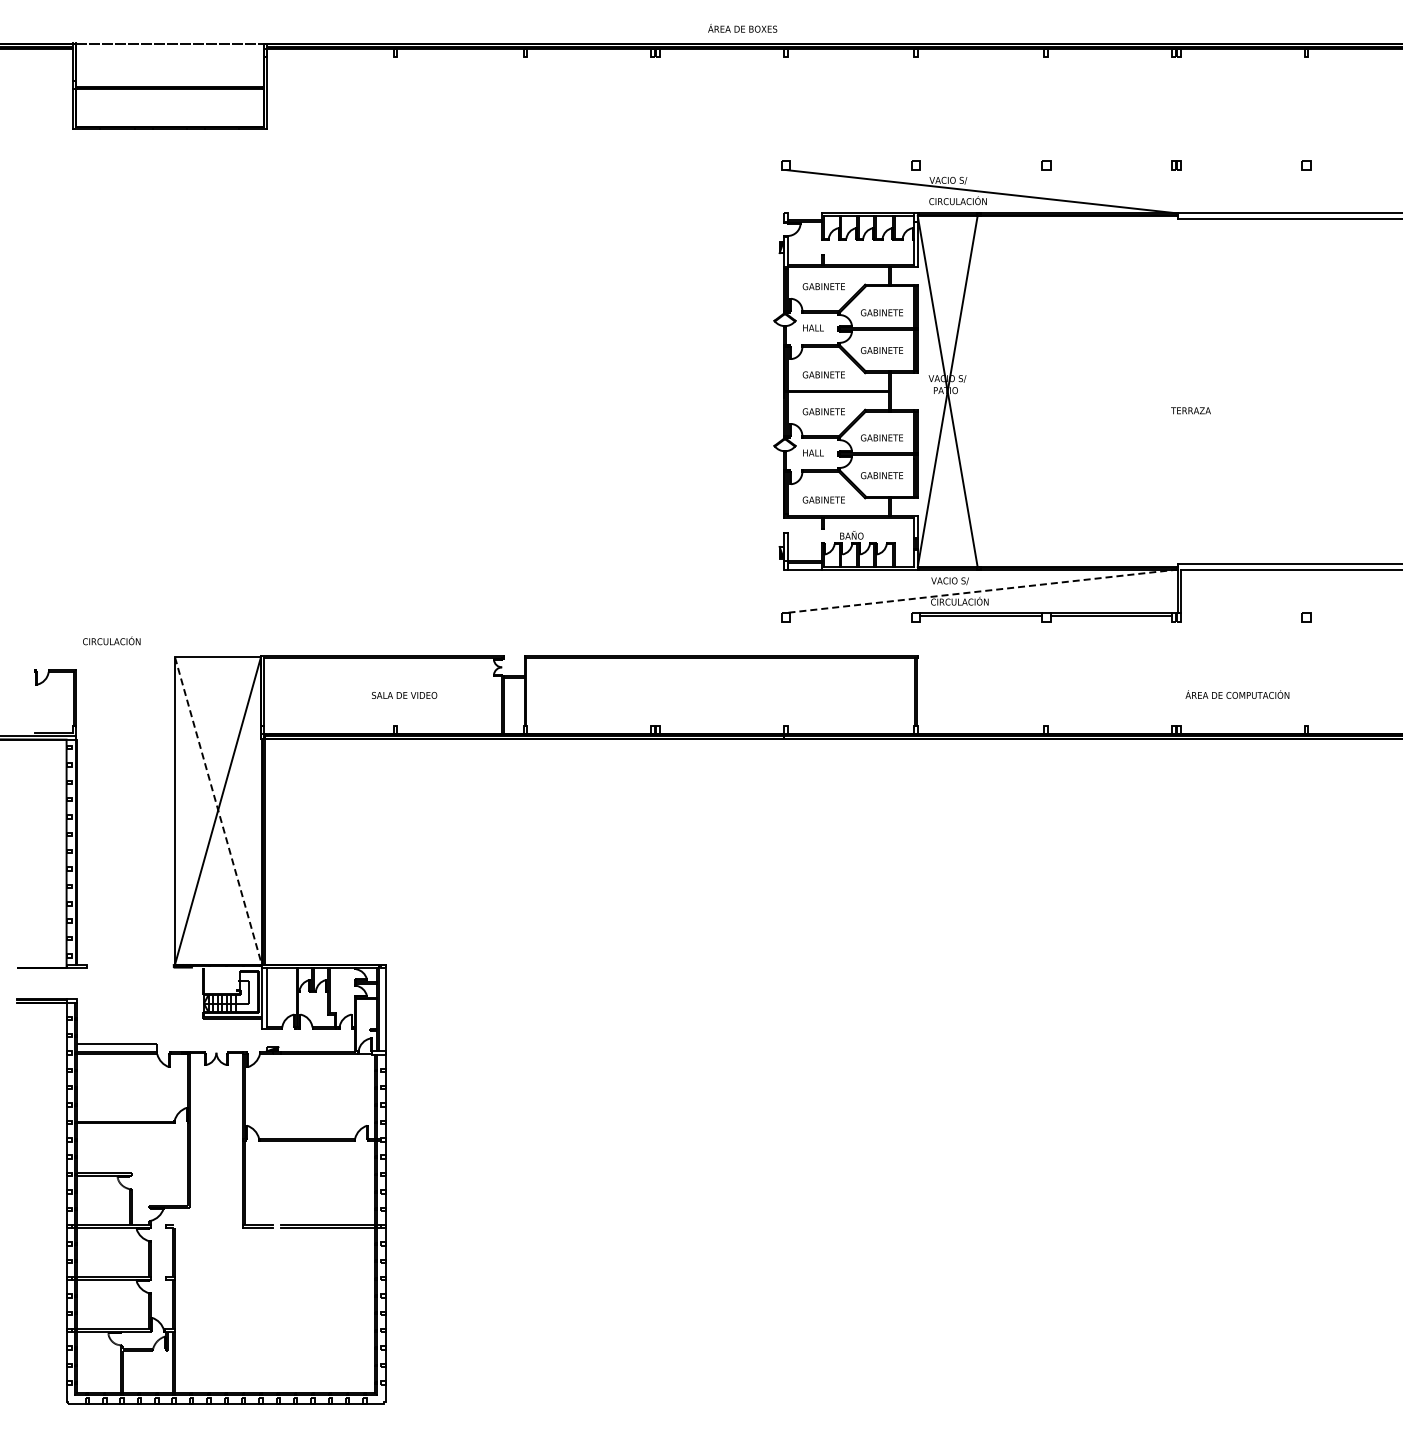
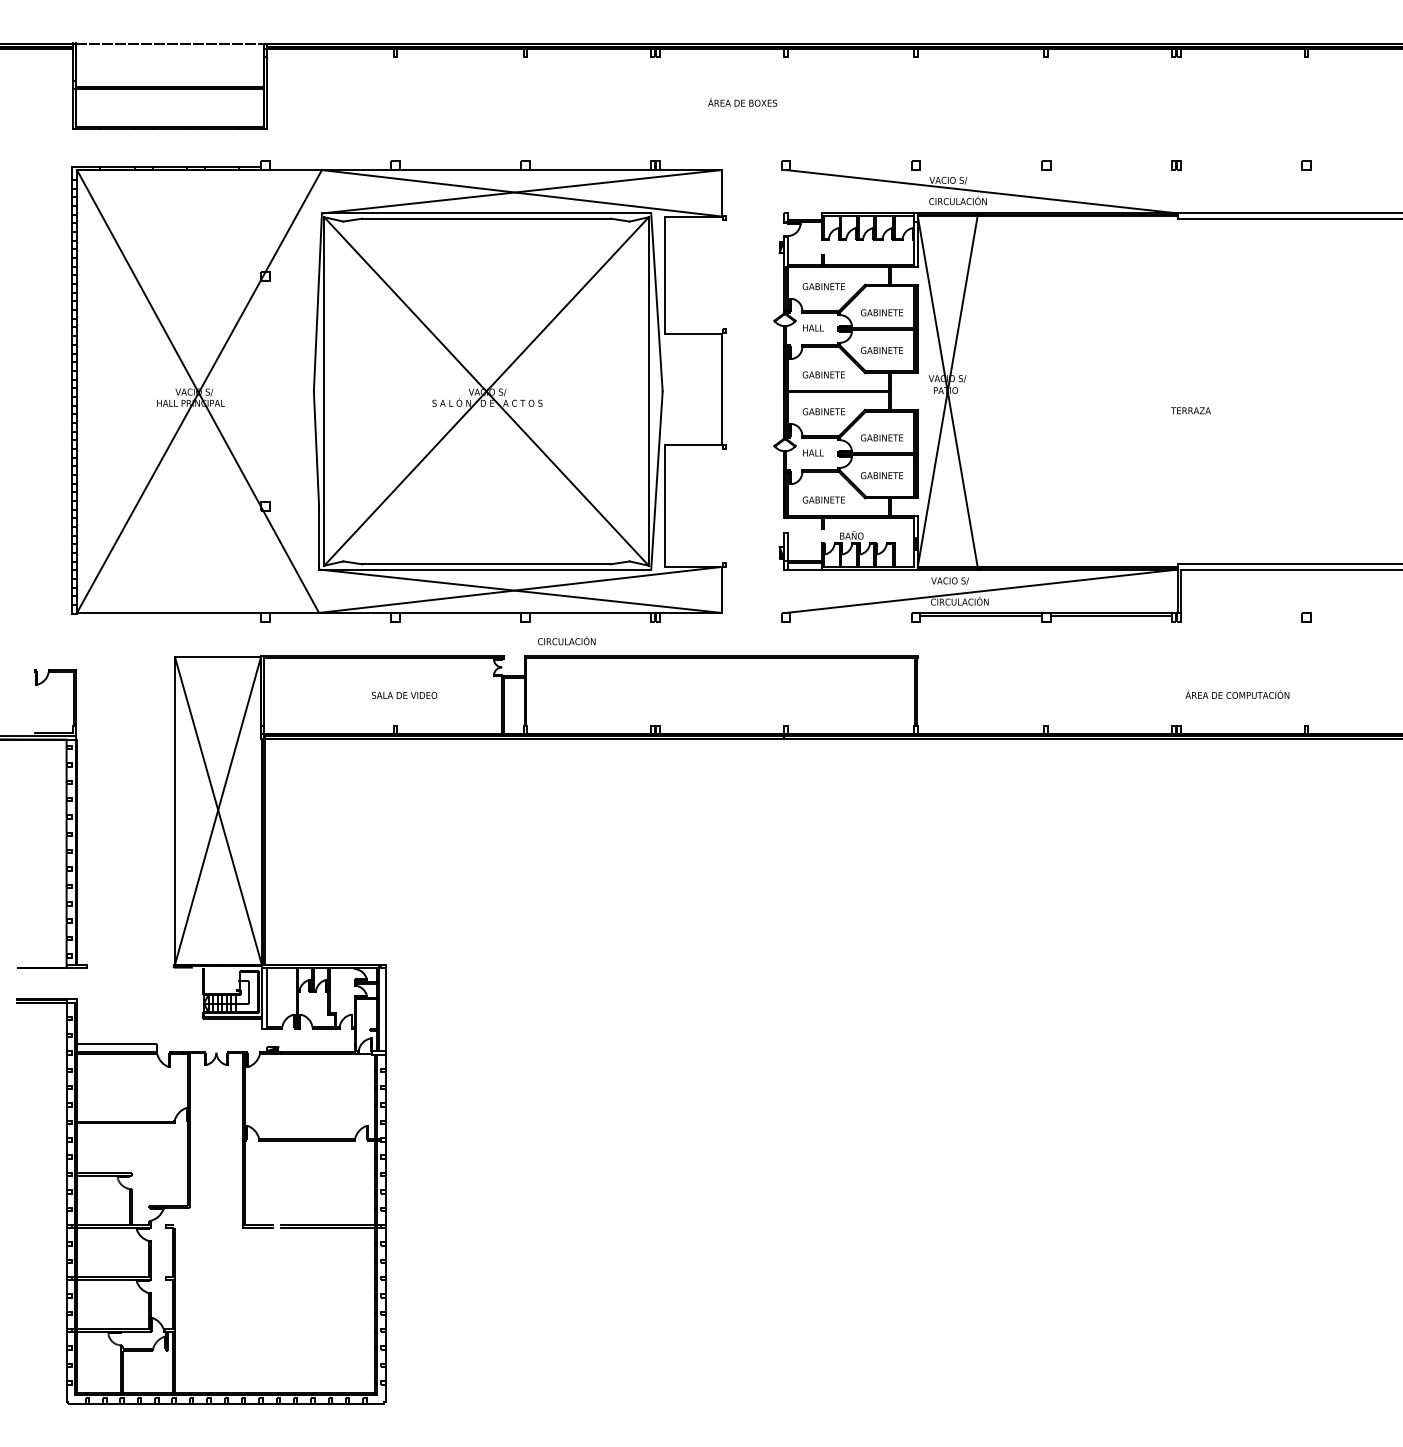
text at (742, 28) position: (742, 28) -> (742, 102)
part at (398, 391): none -> present
line at (981, 591): dashed -> solid
text at (111, 640) position: (111, 640) -> (566, 640)
line at (218, 810): dashed -> solid
